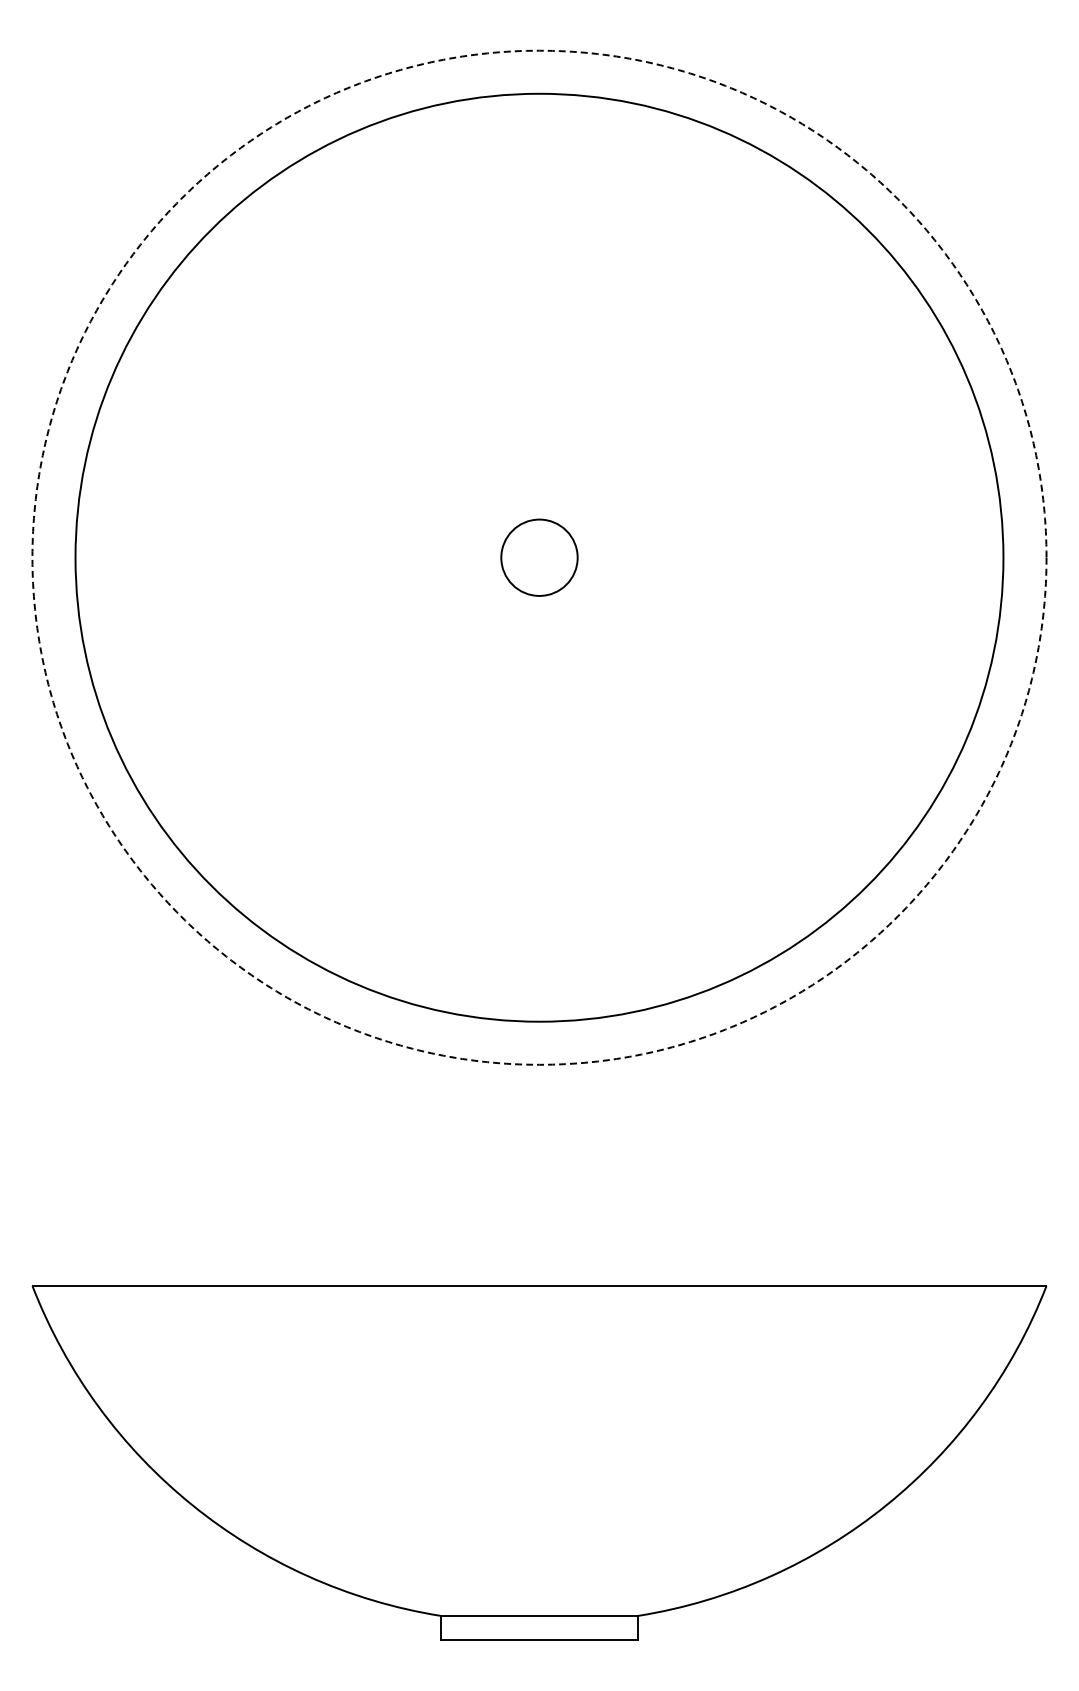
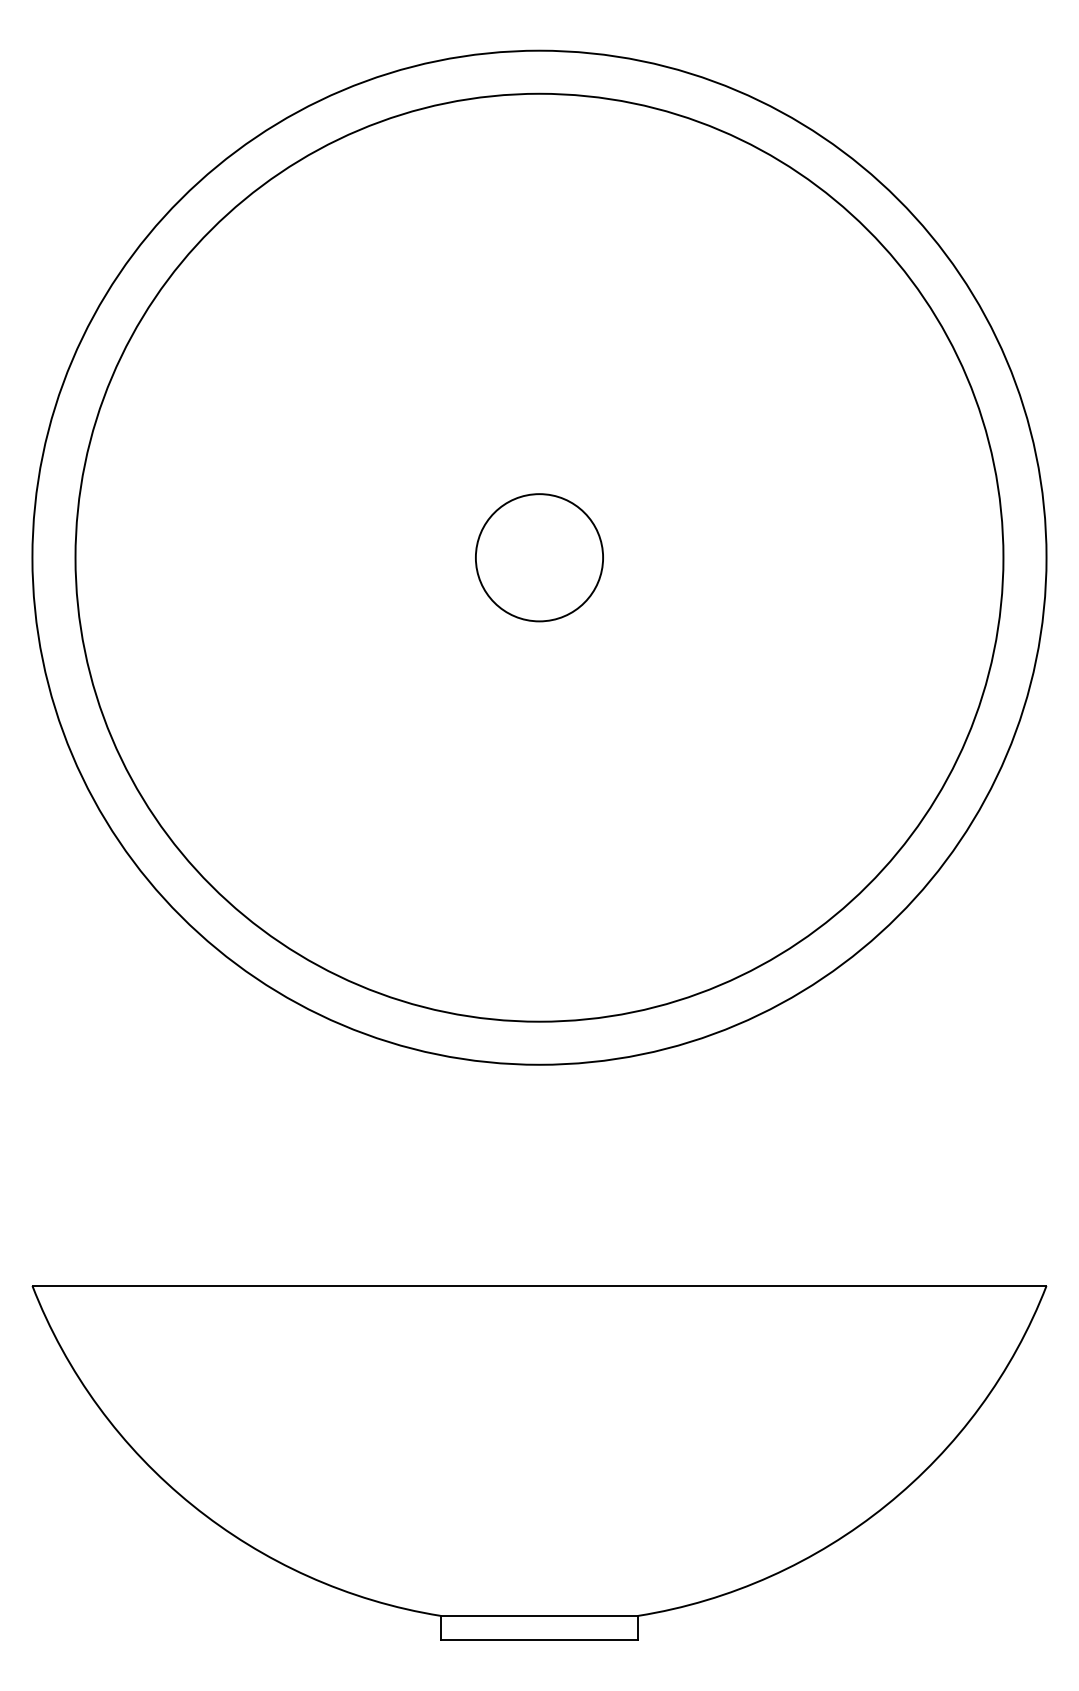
circle at (539, 557) diameter: 76 px -> 127 px
circle at (539, 557): dashed -> solid
